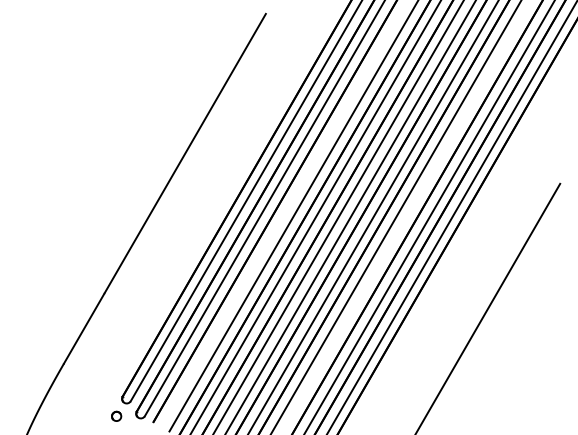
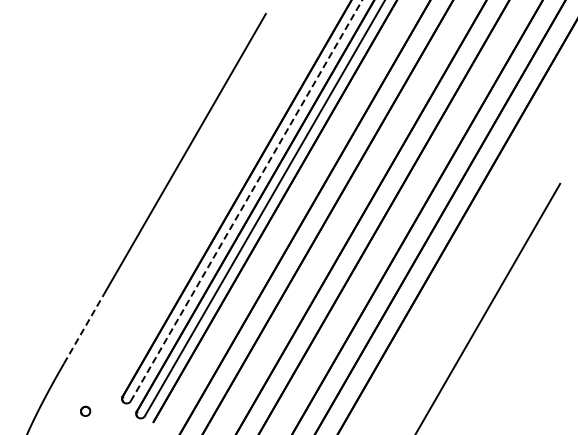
line at (246, 201): solid -> dashed
line at (293, 216): present -> none
line at (315, 216): present -> none
line at (338, 216): present -> none
line at (350, 216): present -> none
line at (373, 216): present -> none
line at (396, 216): present -> none
line at (429, 216): present -> none
line at (451, 218): present -> none
line at (84, 328): solid -> dashed
part at (116, 415) position: (116, 415) -> (85, 410)
